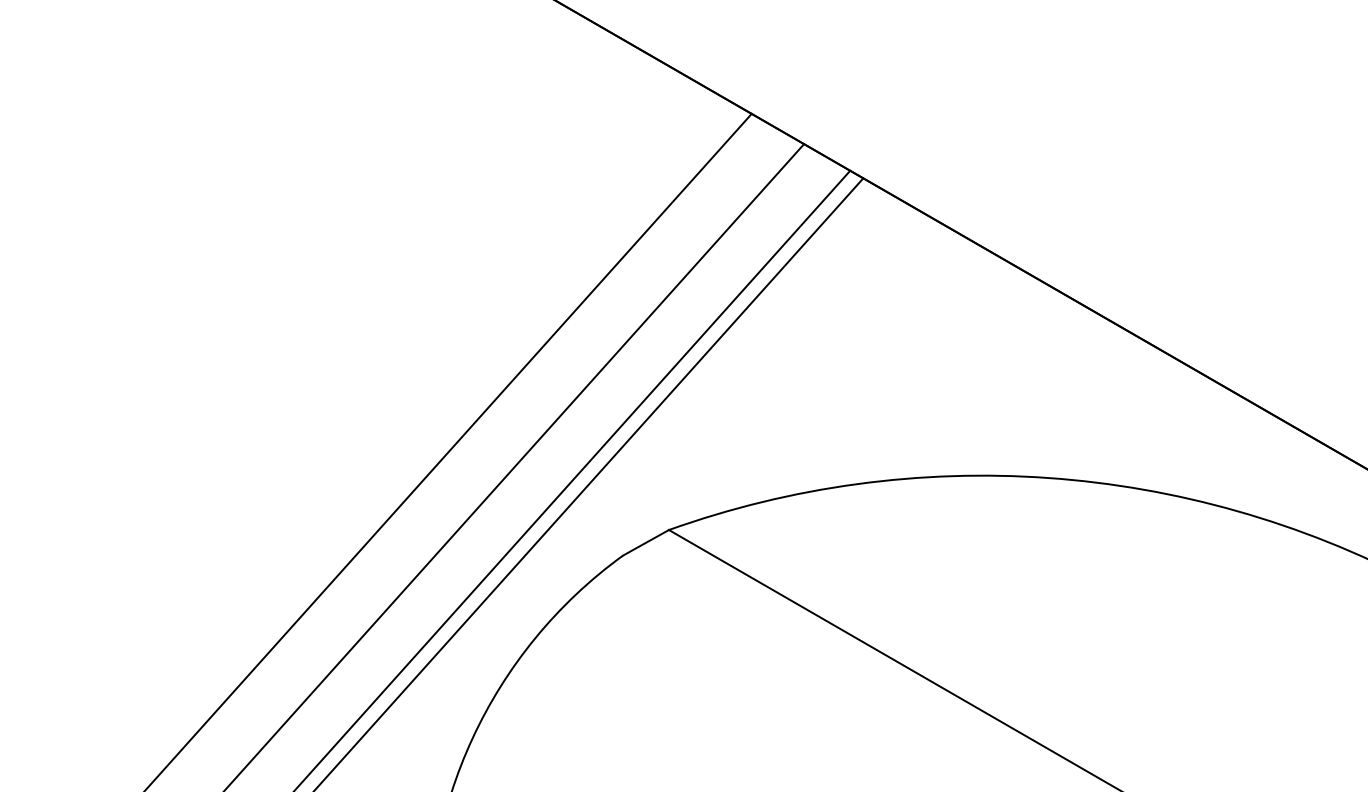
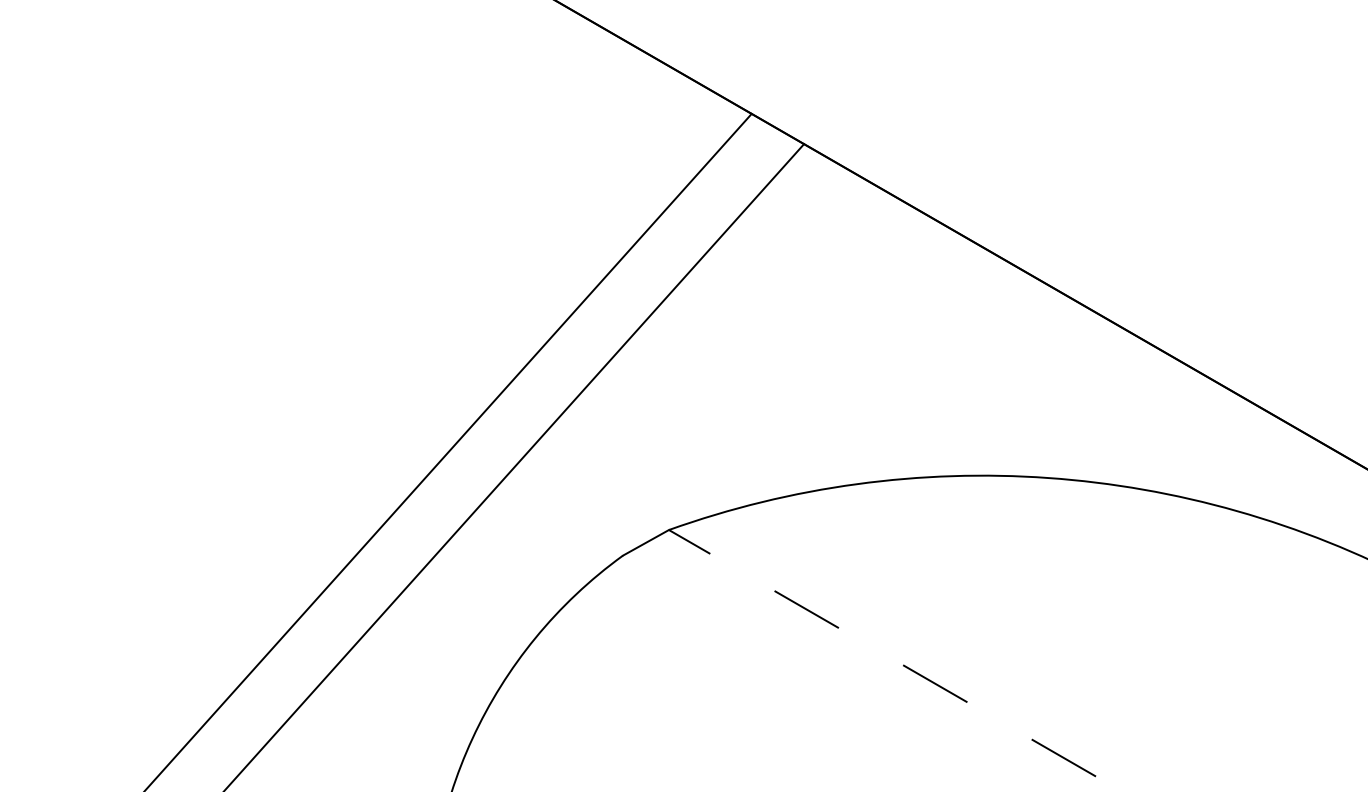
line at (573, 479): present -> none
line at (589, 483): present -> none
line at (895, 661): solid -> dashed
